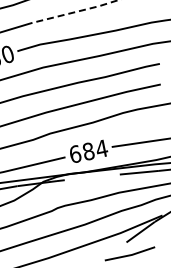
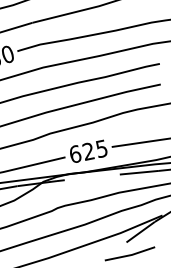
line at (75, 12): dashed -> solid
text at (95, 149): 684 -> 625
